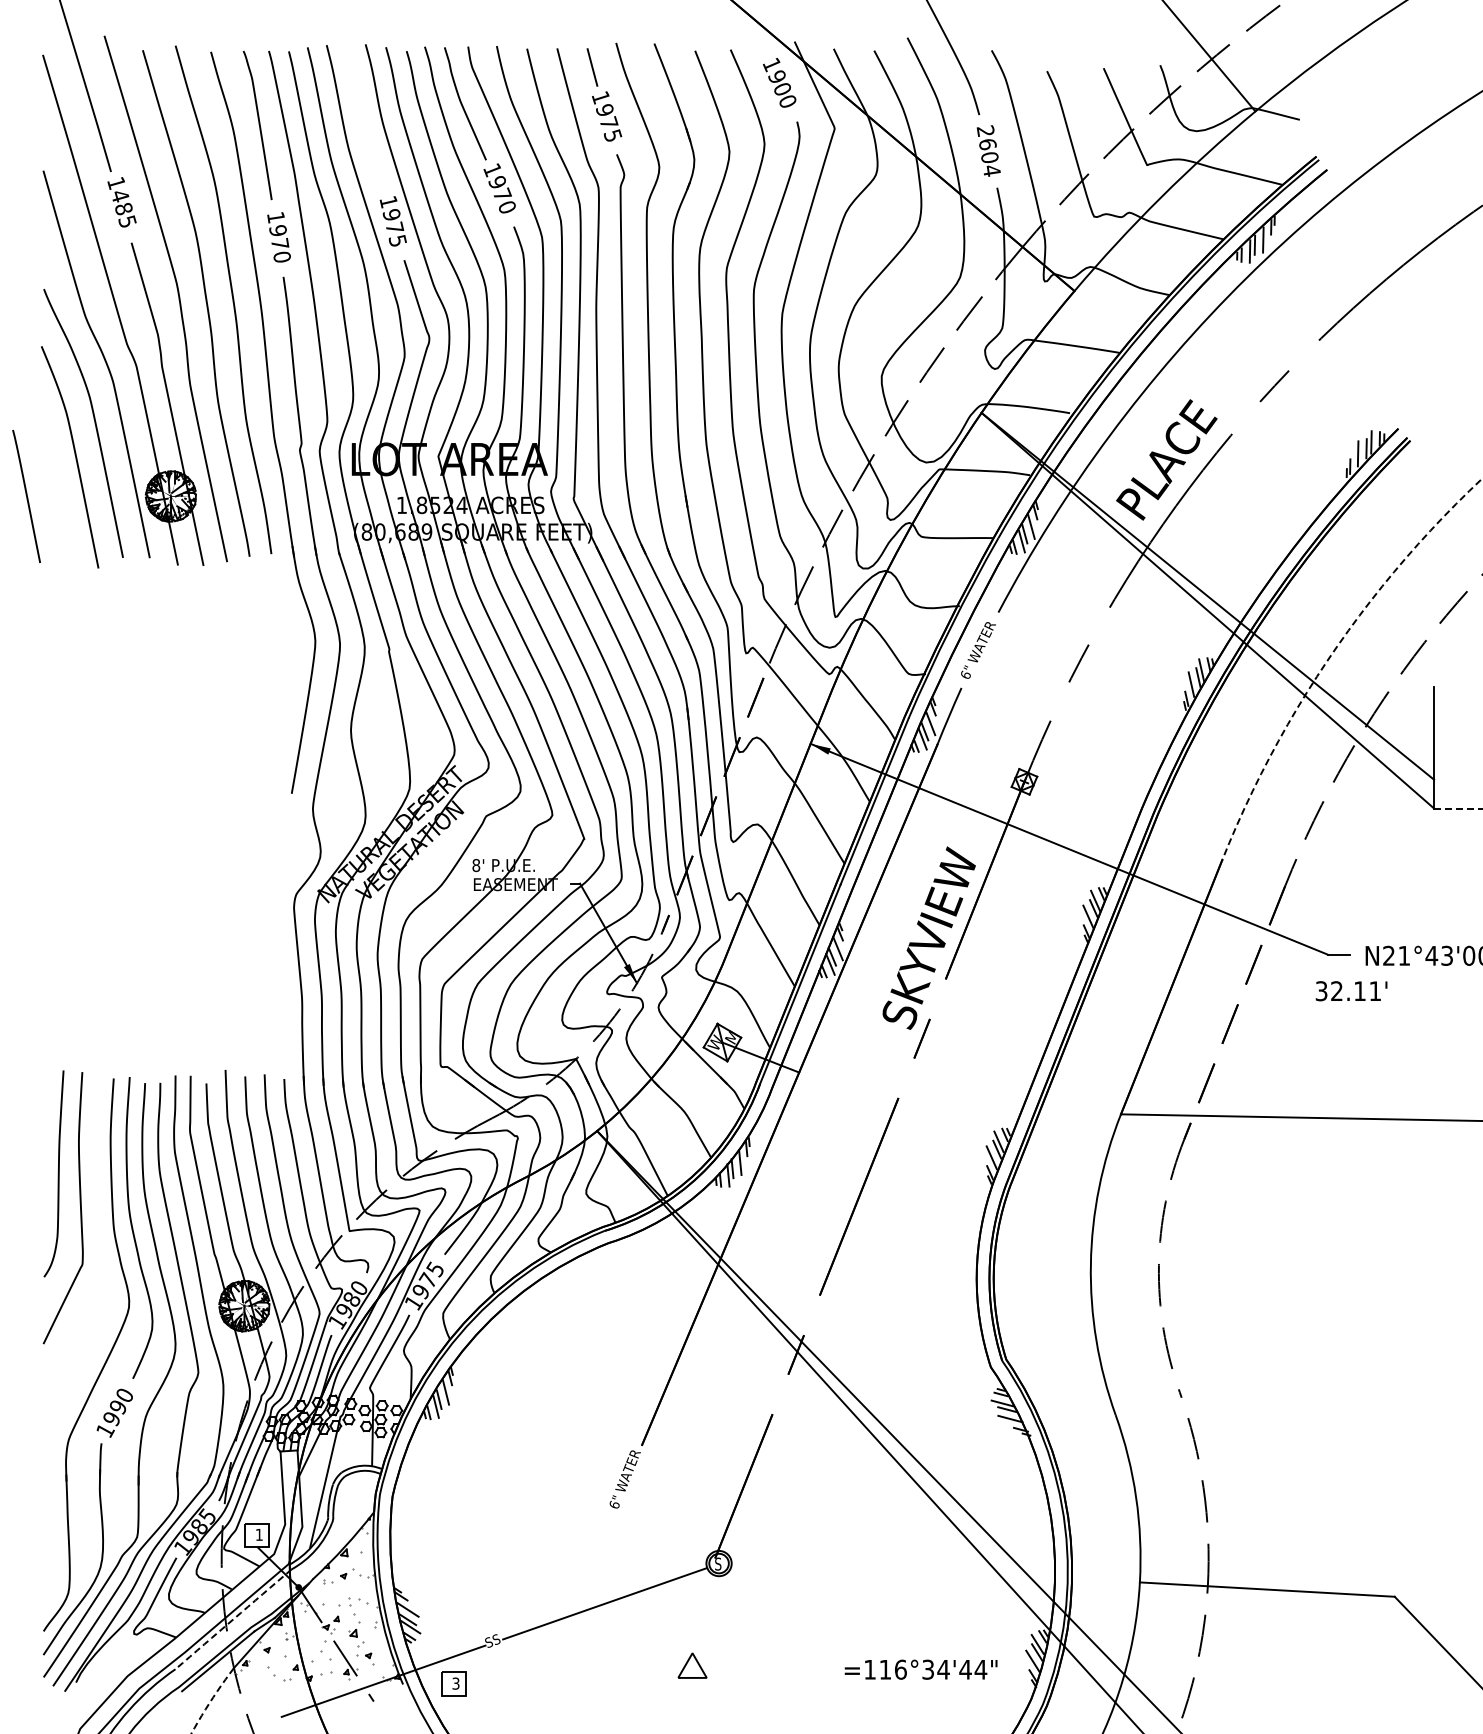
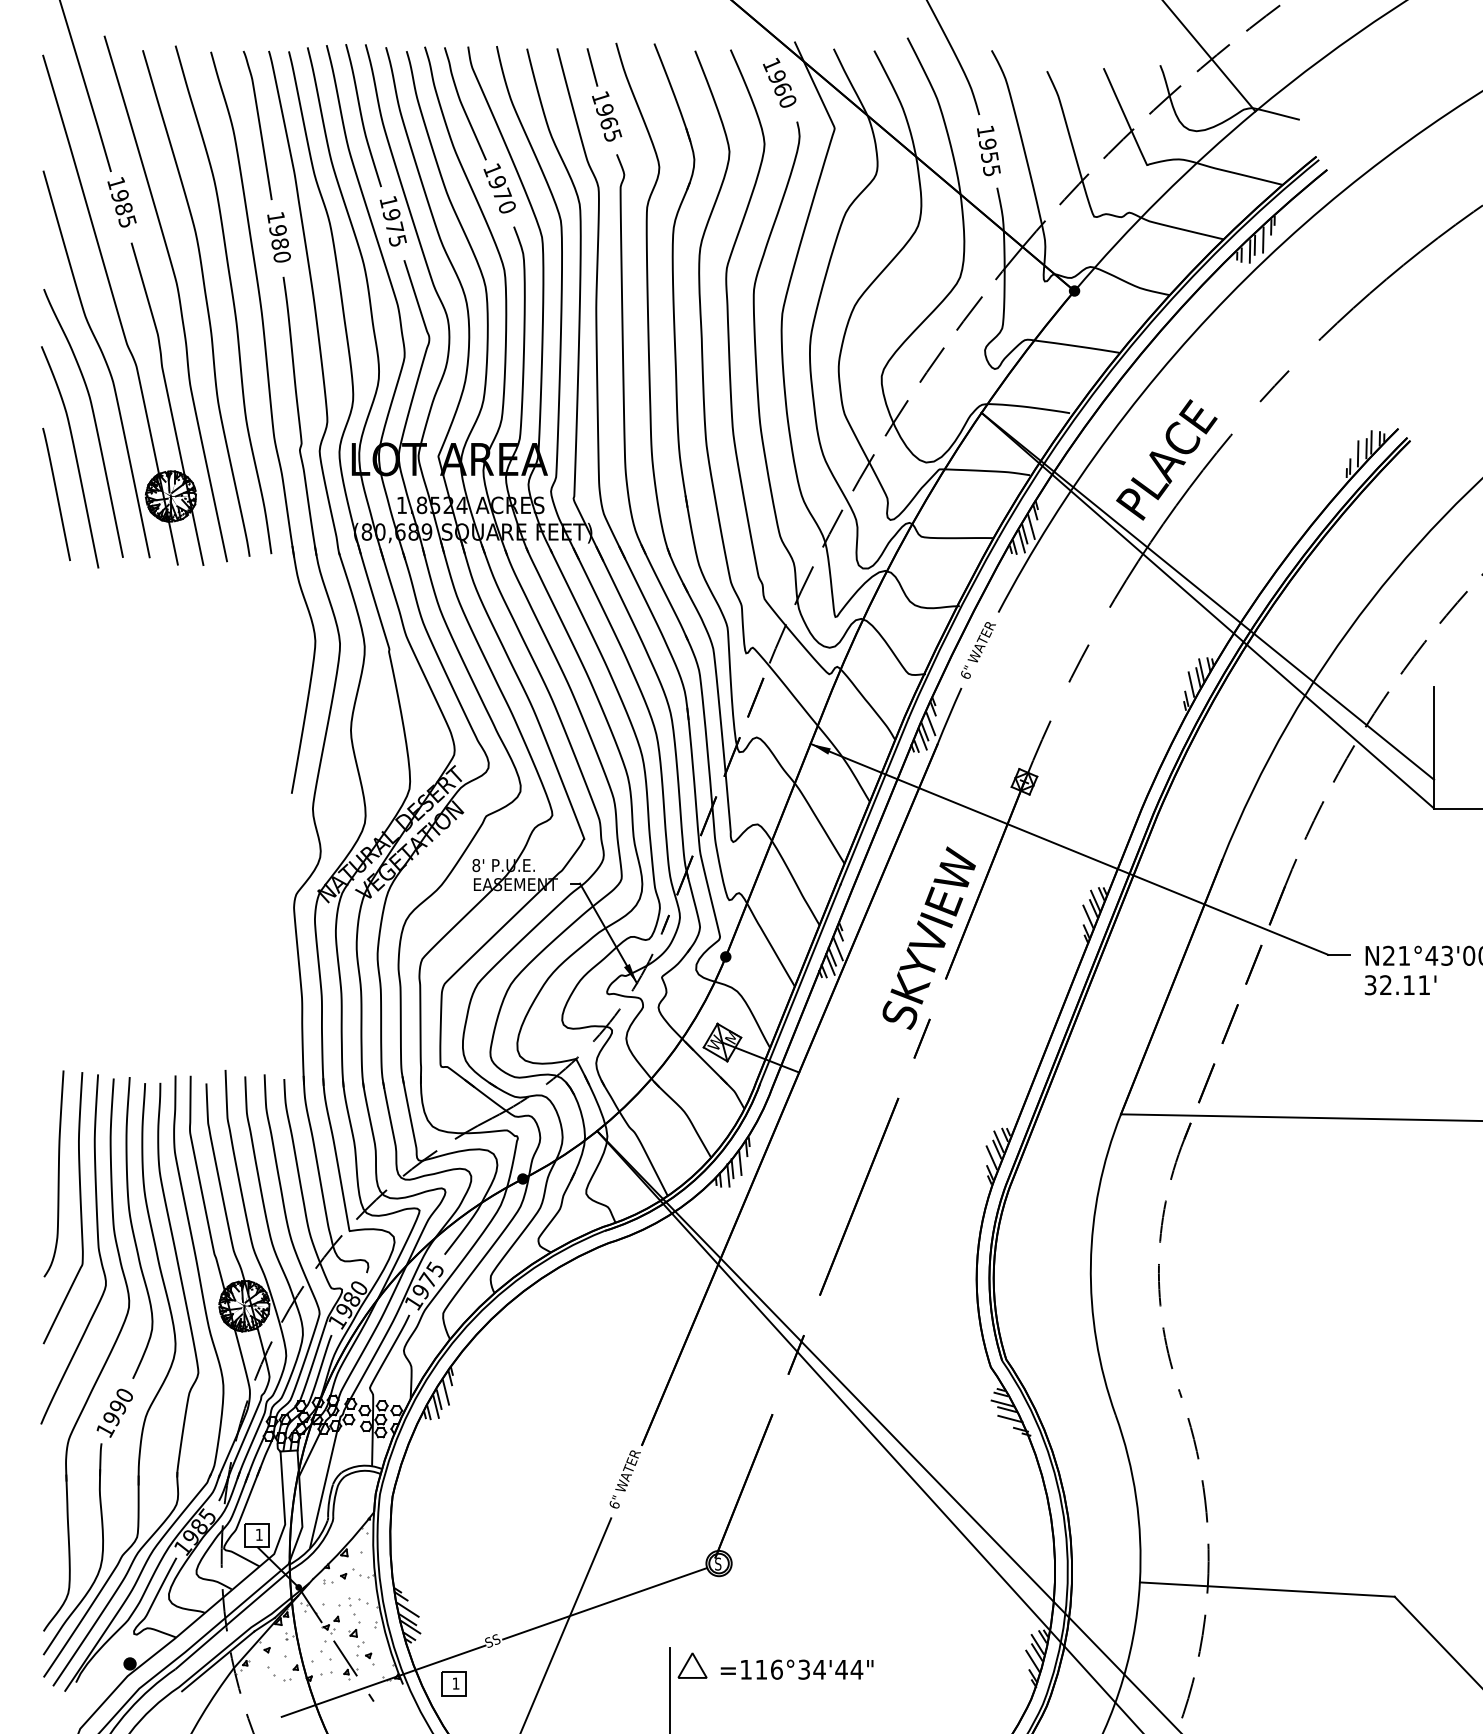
text at (782, 89): 1900 -> 1960
curve at (362, 115): none -> present
text at (609, 122): 1975 -> 1965
text at (988, 150): 2604 -> 1955
text at (120, 196): 1485 -> 1985
text at (280, 243): 1970 -> 1980
fill at (1074, 290): none -> present
line at (26, 495) position: (26, 495) -> (56, 493)
arc at (1331, 655): dashed -> solid
line at (1458, 808): dashed -> solid
fill at (725, 956): none -> present
text at (1351, 991) position: (1351, 991) -> (1400, 985)
fill at (522, 1178): none -> present
curve at (97, 1248): none -> present
arc at (233, 1619): dashed -> solid
line at (566, 1624): none -> present
fill at (129, 1663): none -> present
text at (920, 1669) position: (920, 1669) -> (796, 1669)
text at (455, 1683): 3 -> 1
line at (669, 1688): none -> present
arc at (211, 1700): dashed -> solid
